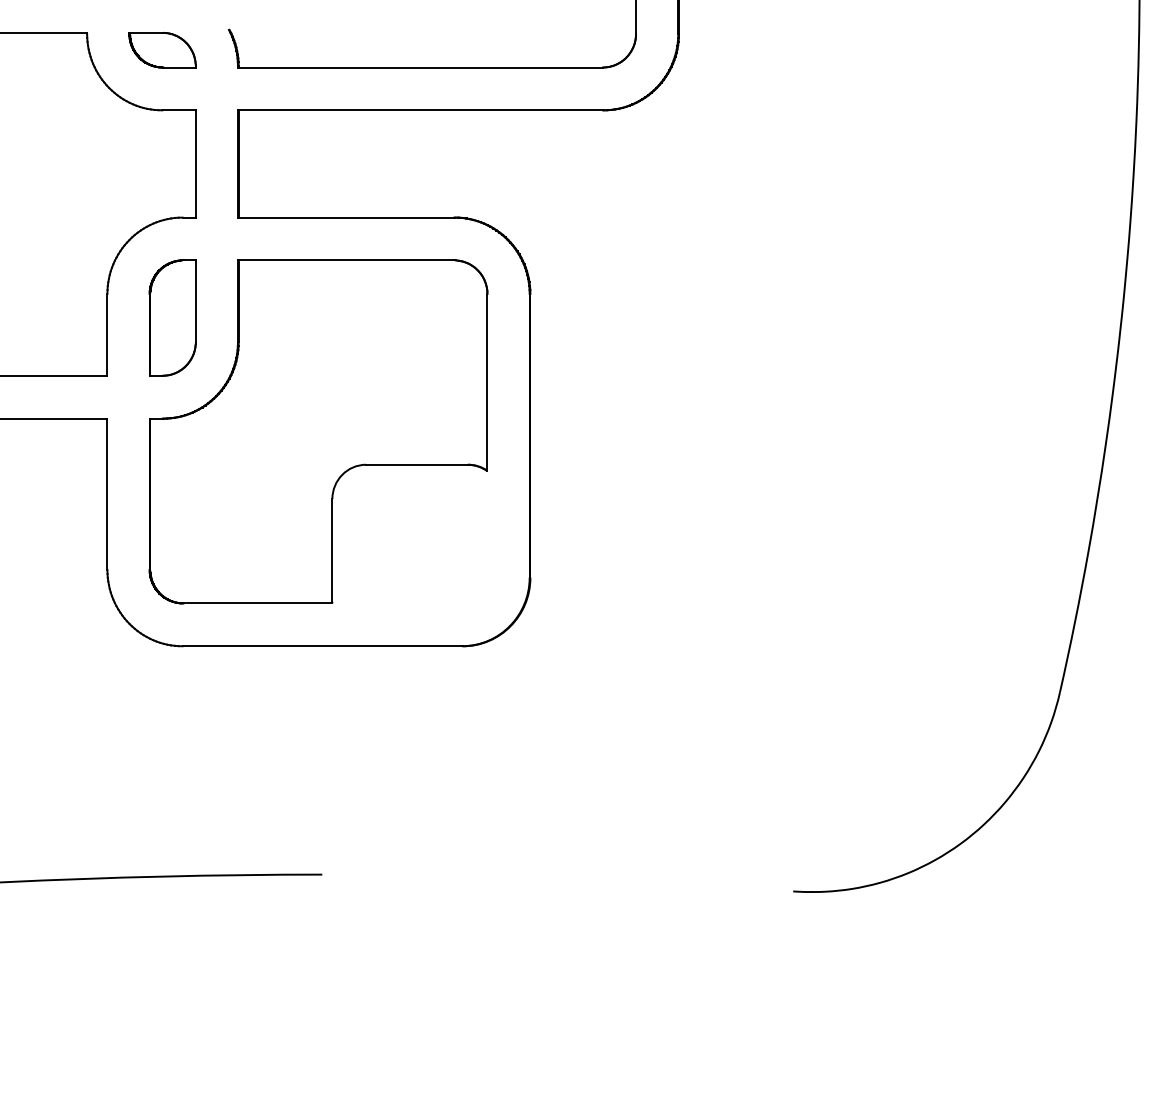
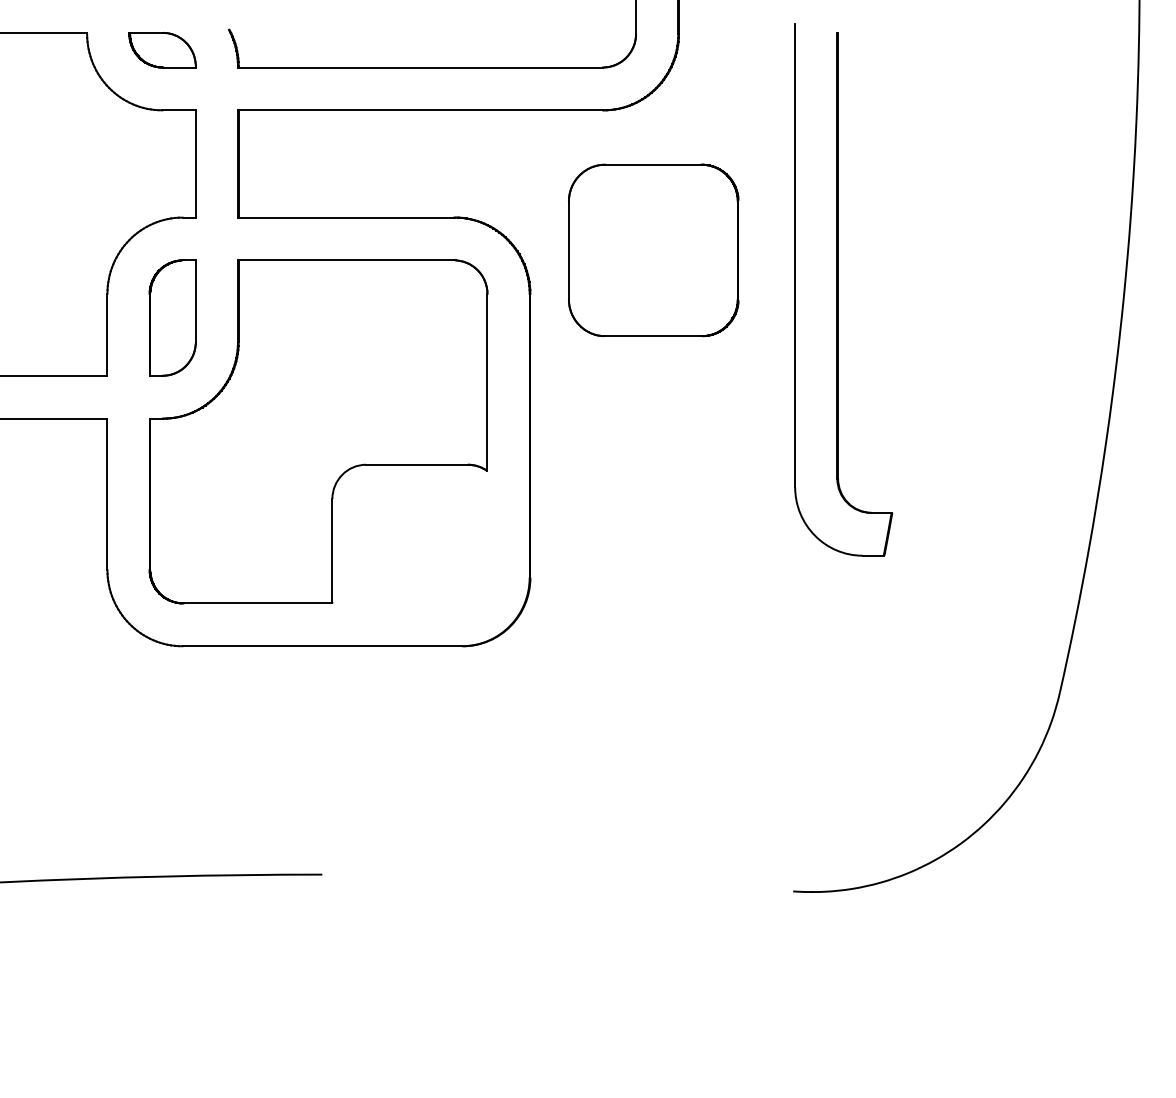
part at (653, 250): none -> present
part at (843, 289): none -> present
